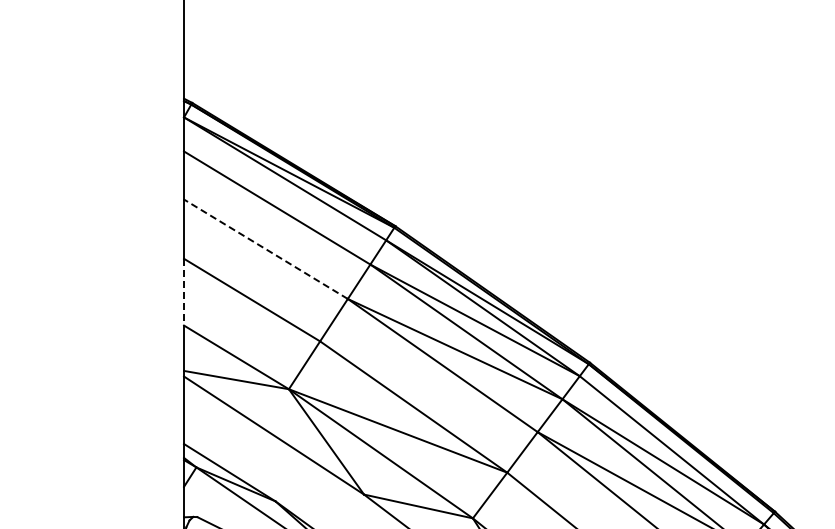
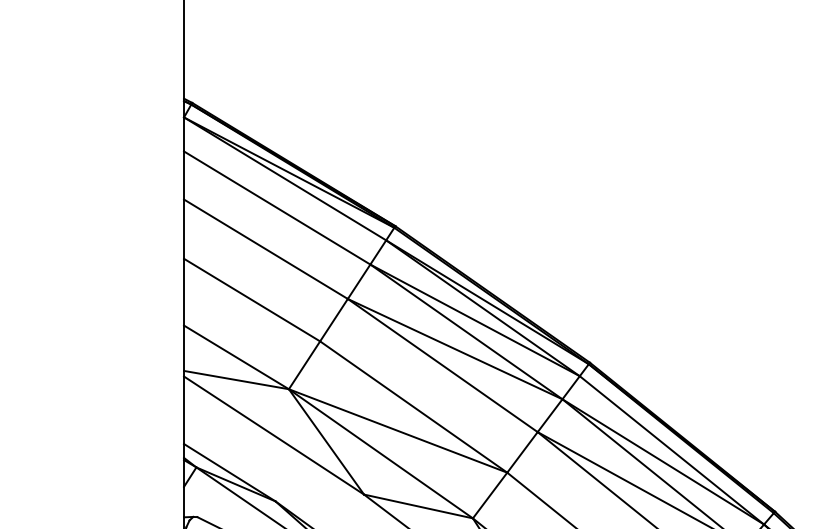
line at (265, 249): dashed -> solid
line at (184, 292): dashed -> solid
